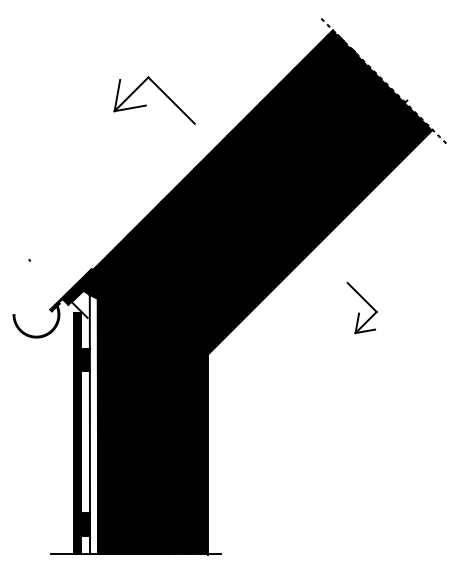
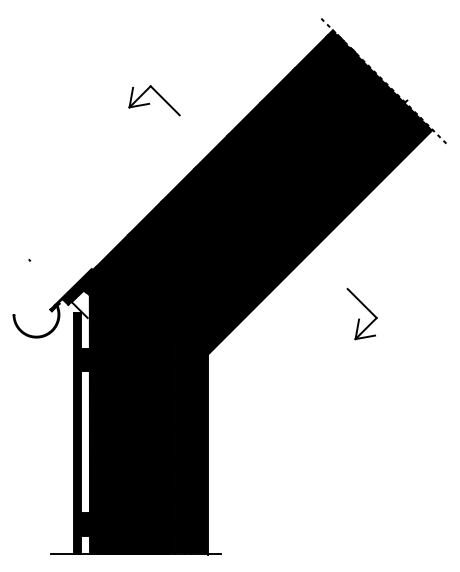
part at (154, 100) size: 83x49 px -> 53x32 px
part at (361, 307) position: (361, 307) -> (361, 313)
fill at (93, 424): none -> present
